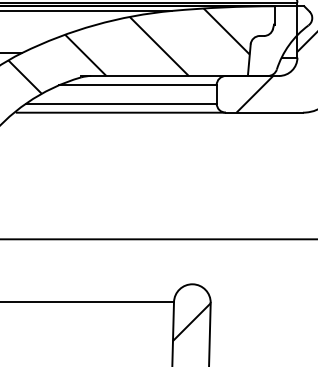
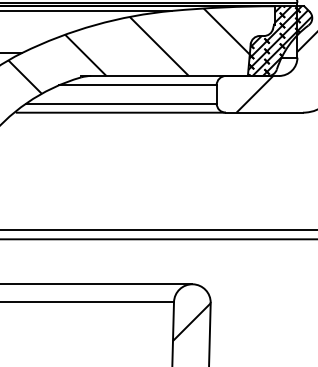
hatch at (280, 40): none -> present
line at (158, 229): none -> present
line at (97, 284): none -> present
